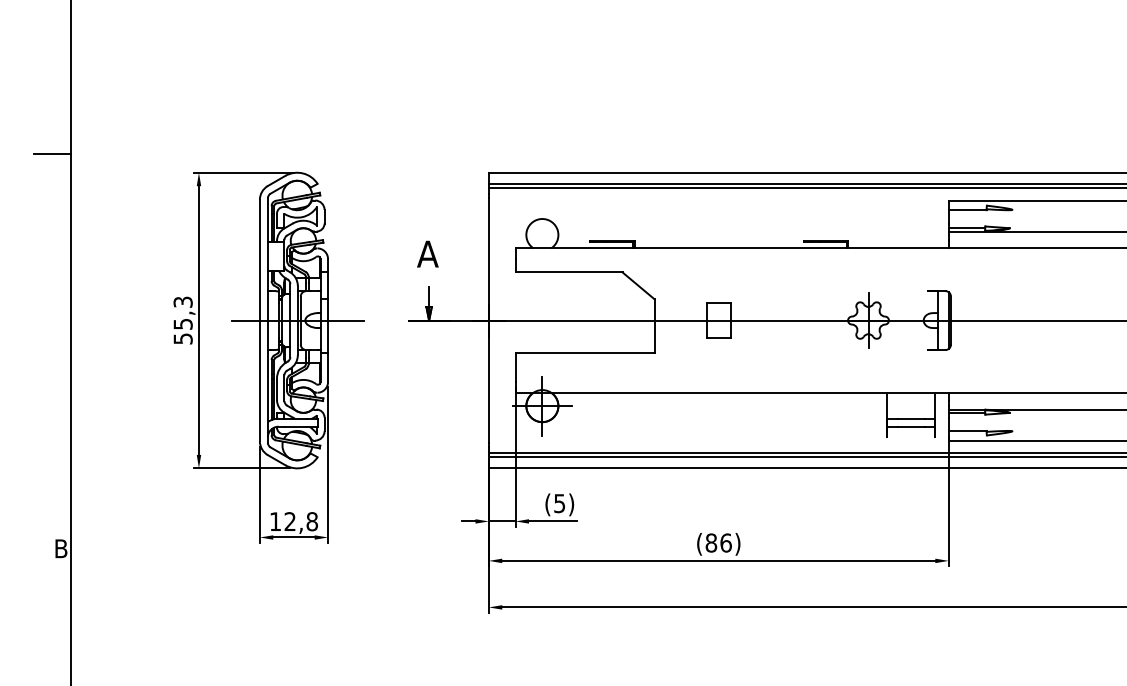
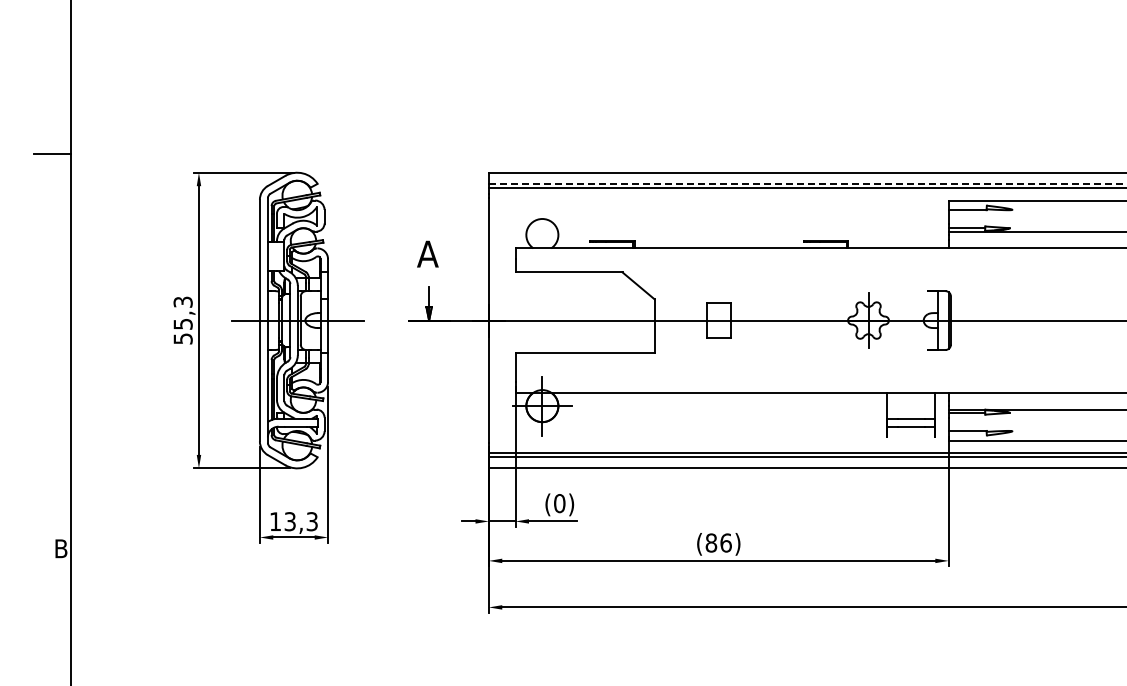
line at (807, 183): solid -> dashed
text at (559, 503): (5) -> (0)
text at (300, 521): 12,8 -> 13,3
